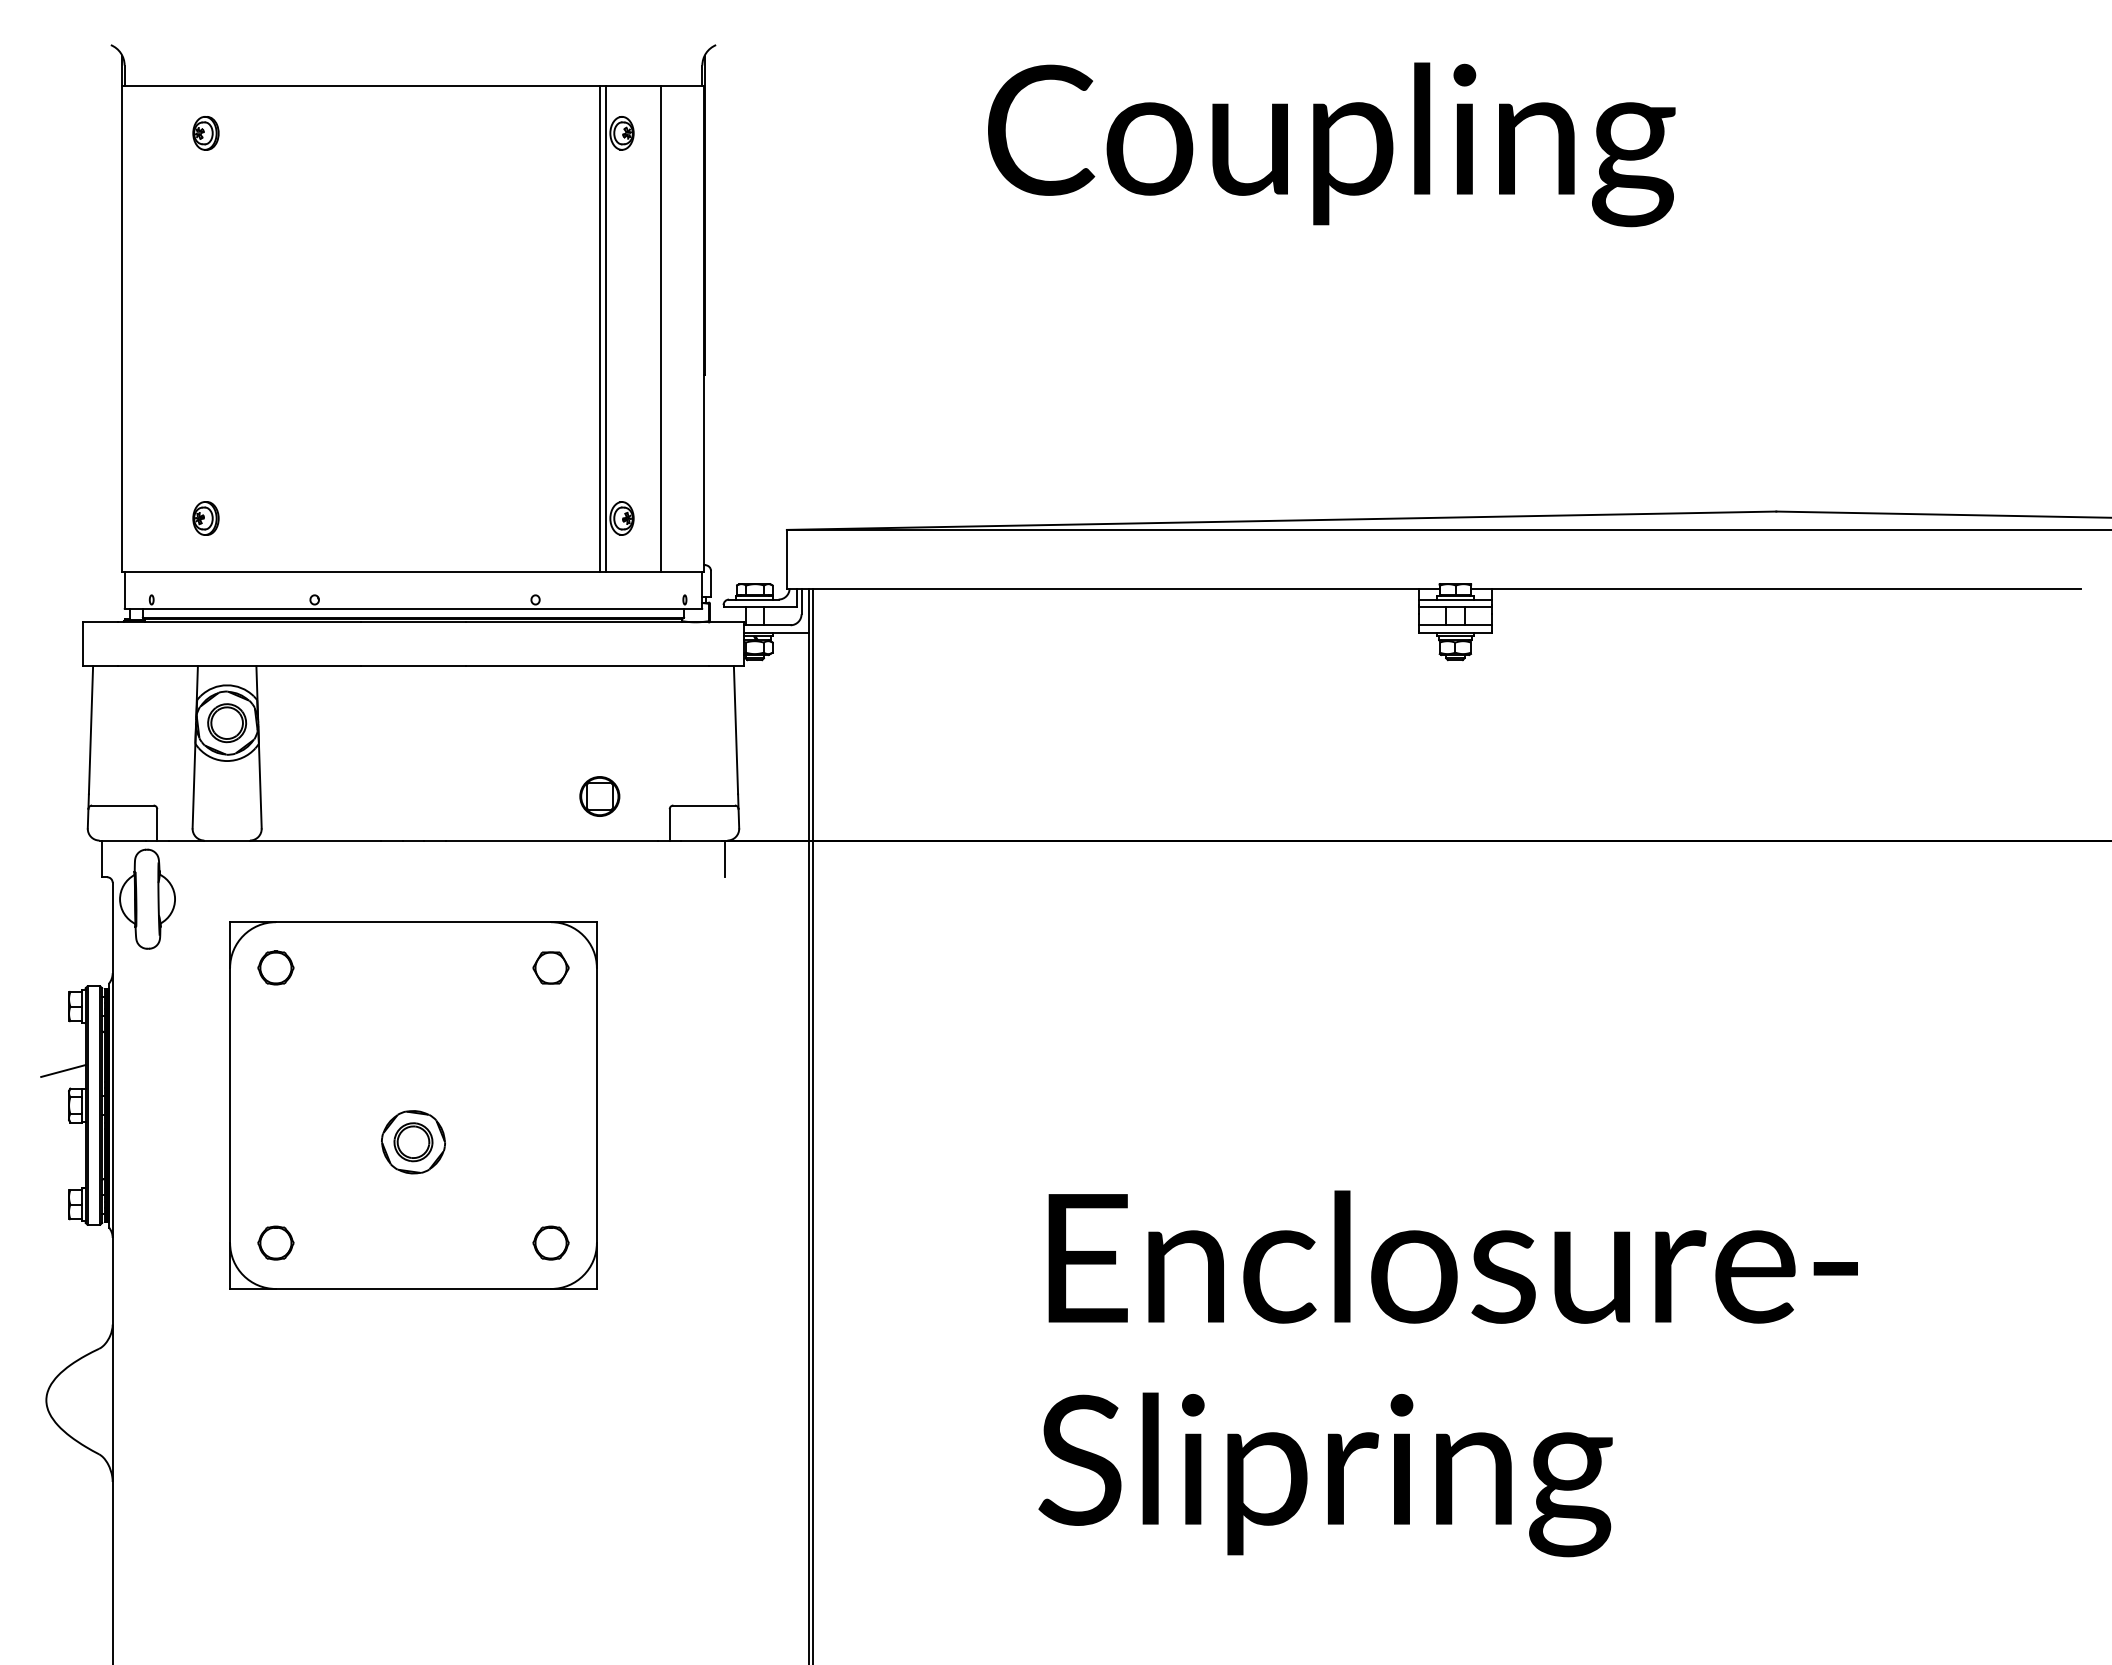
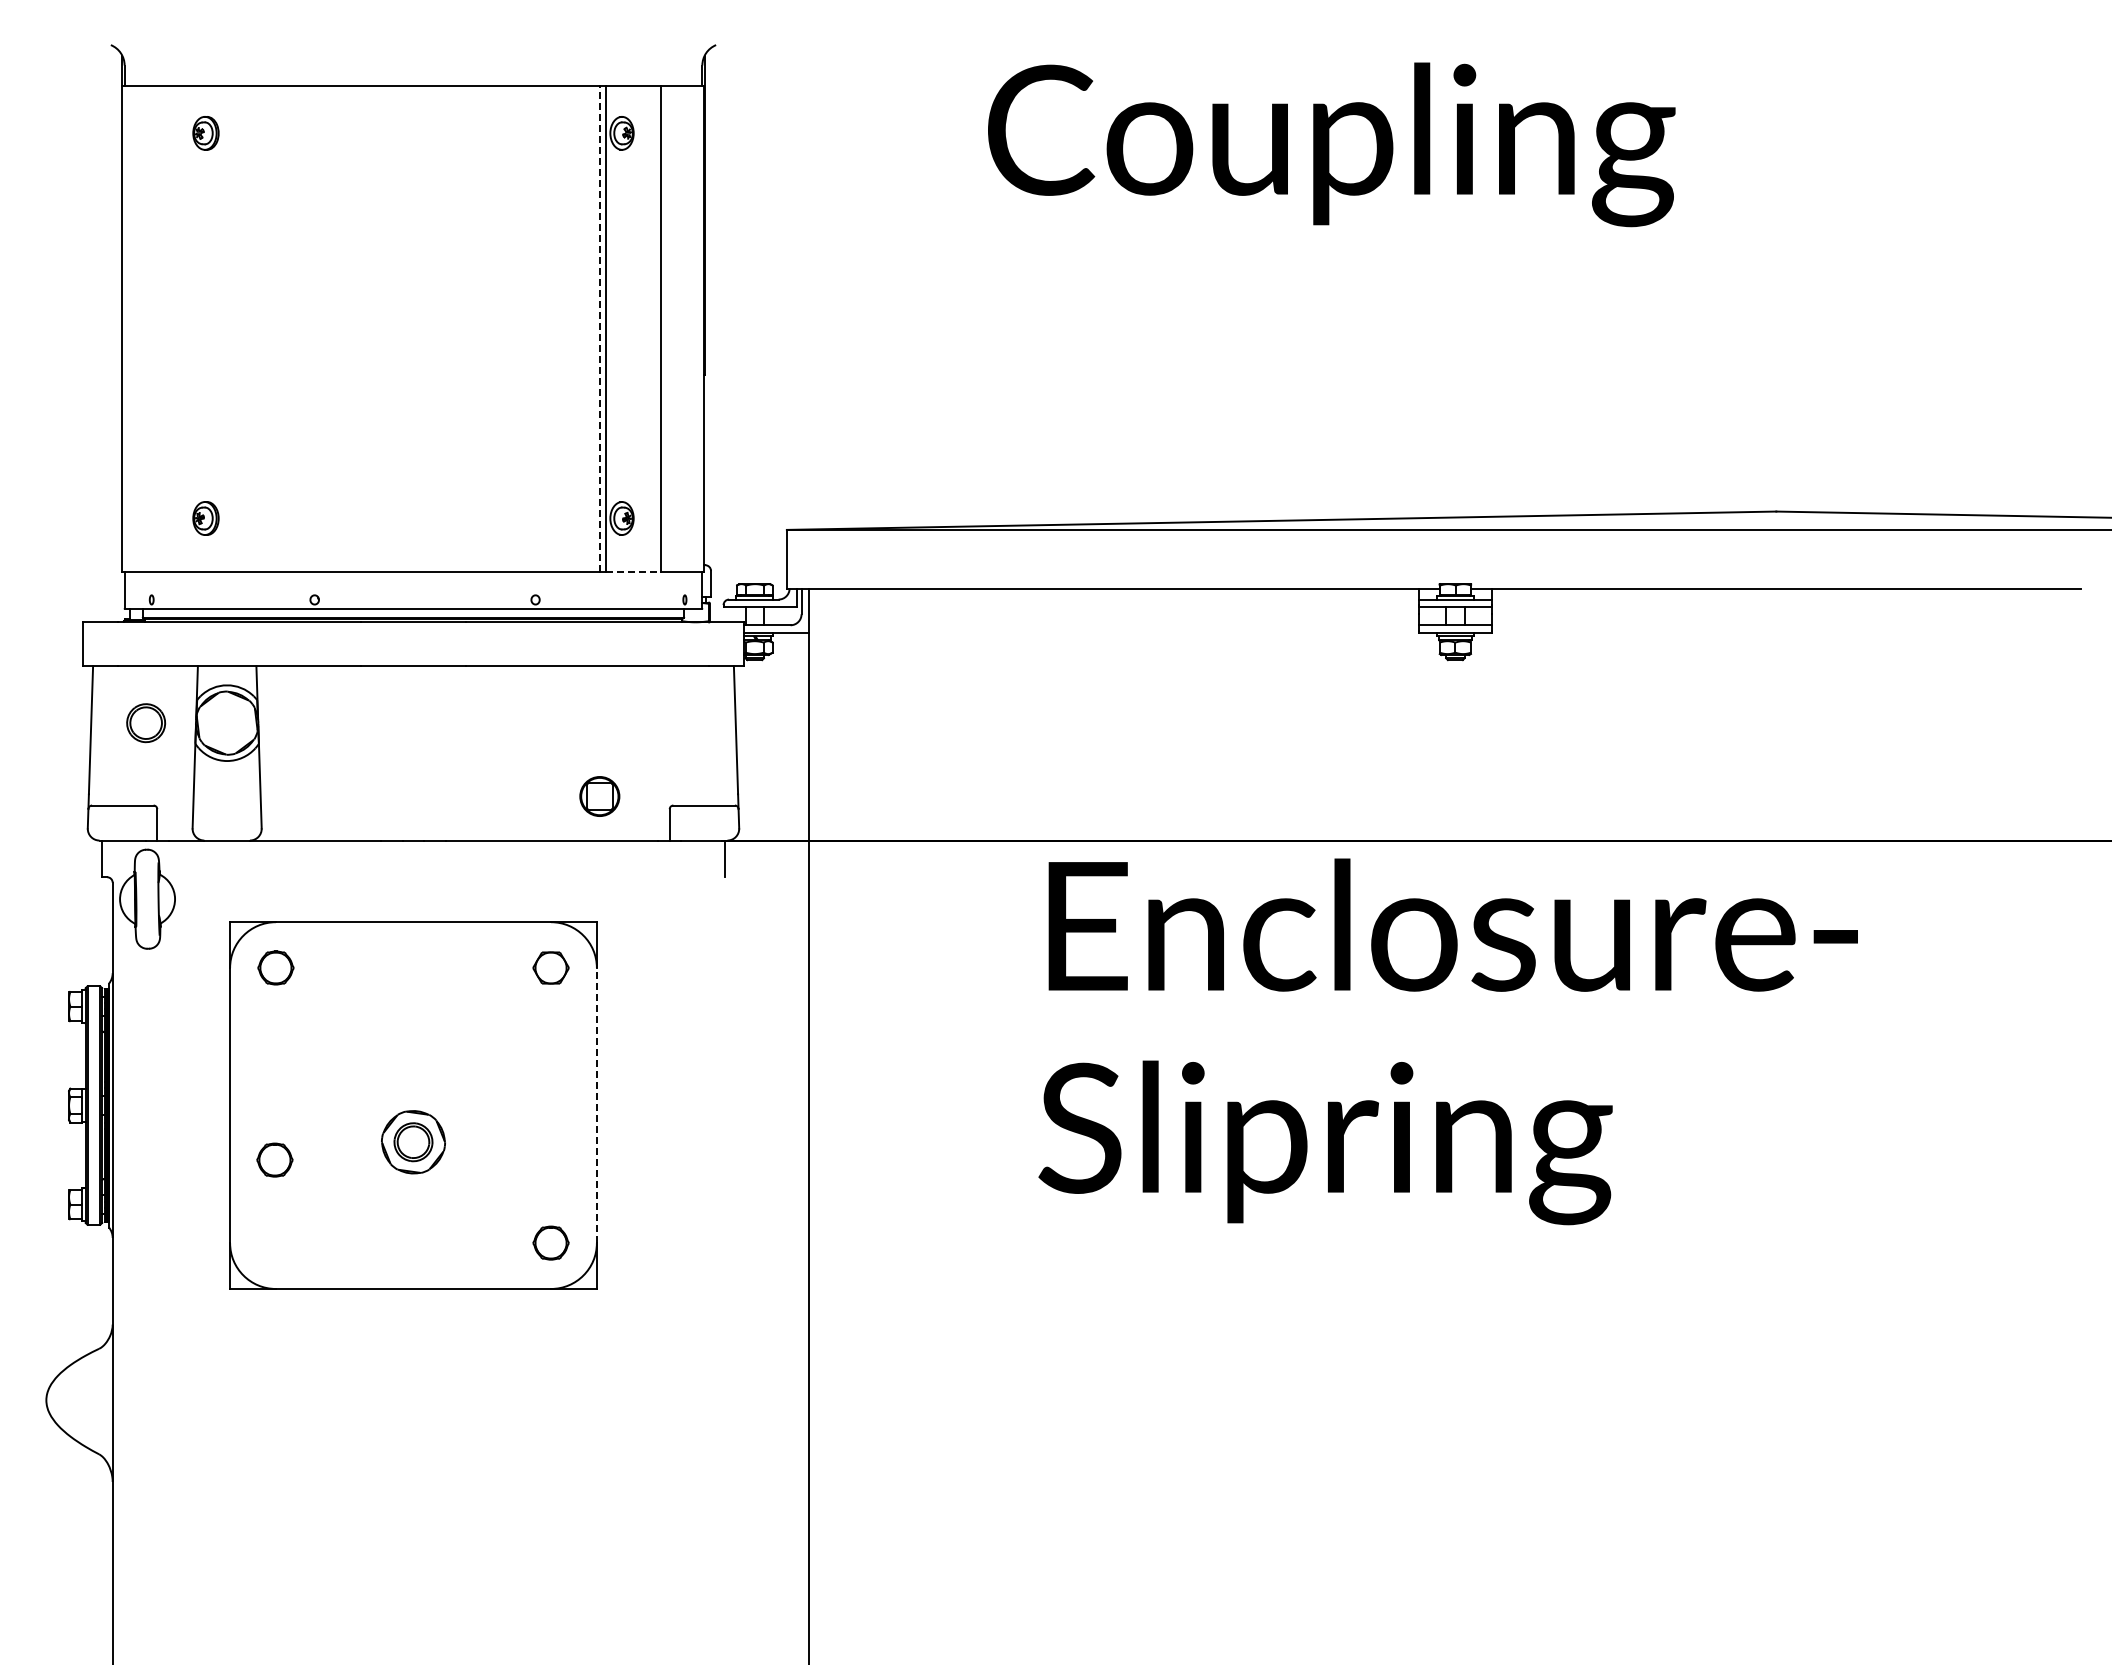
line at (599, 328): solid -> dashed
line at (633, 571): solid -> dashed
part at (227, 723) position: (227, 723) -> (146, 723)
line at (63, 1070): present -> none
line at (596, 1105): solid -> dashed
line at (812, 1124): present -> none
part at (275, 1242) position: (275, 1242) -> (274, 1159)
text at (1447, 1373) position: (1447, 1373) -> (1447, 1041)
